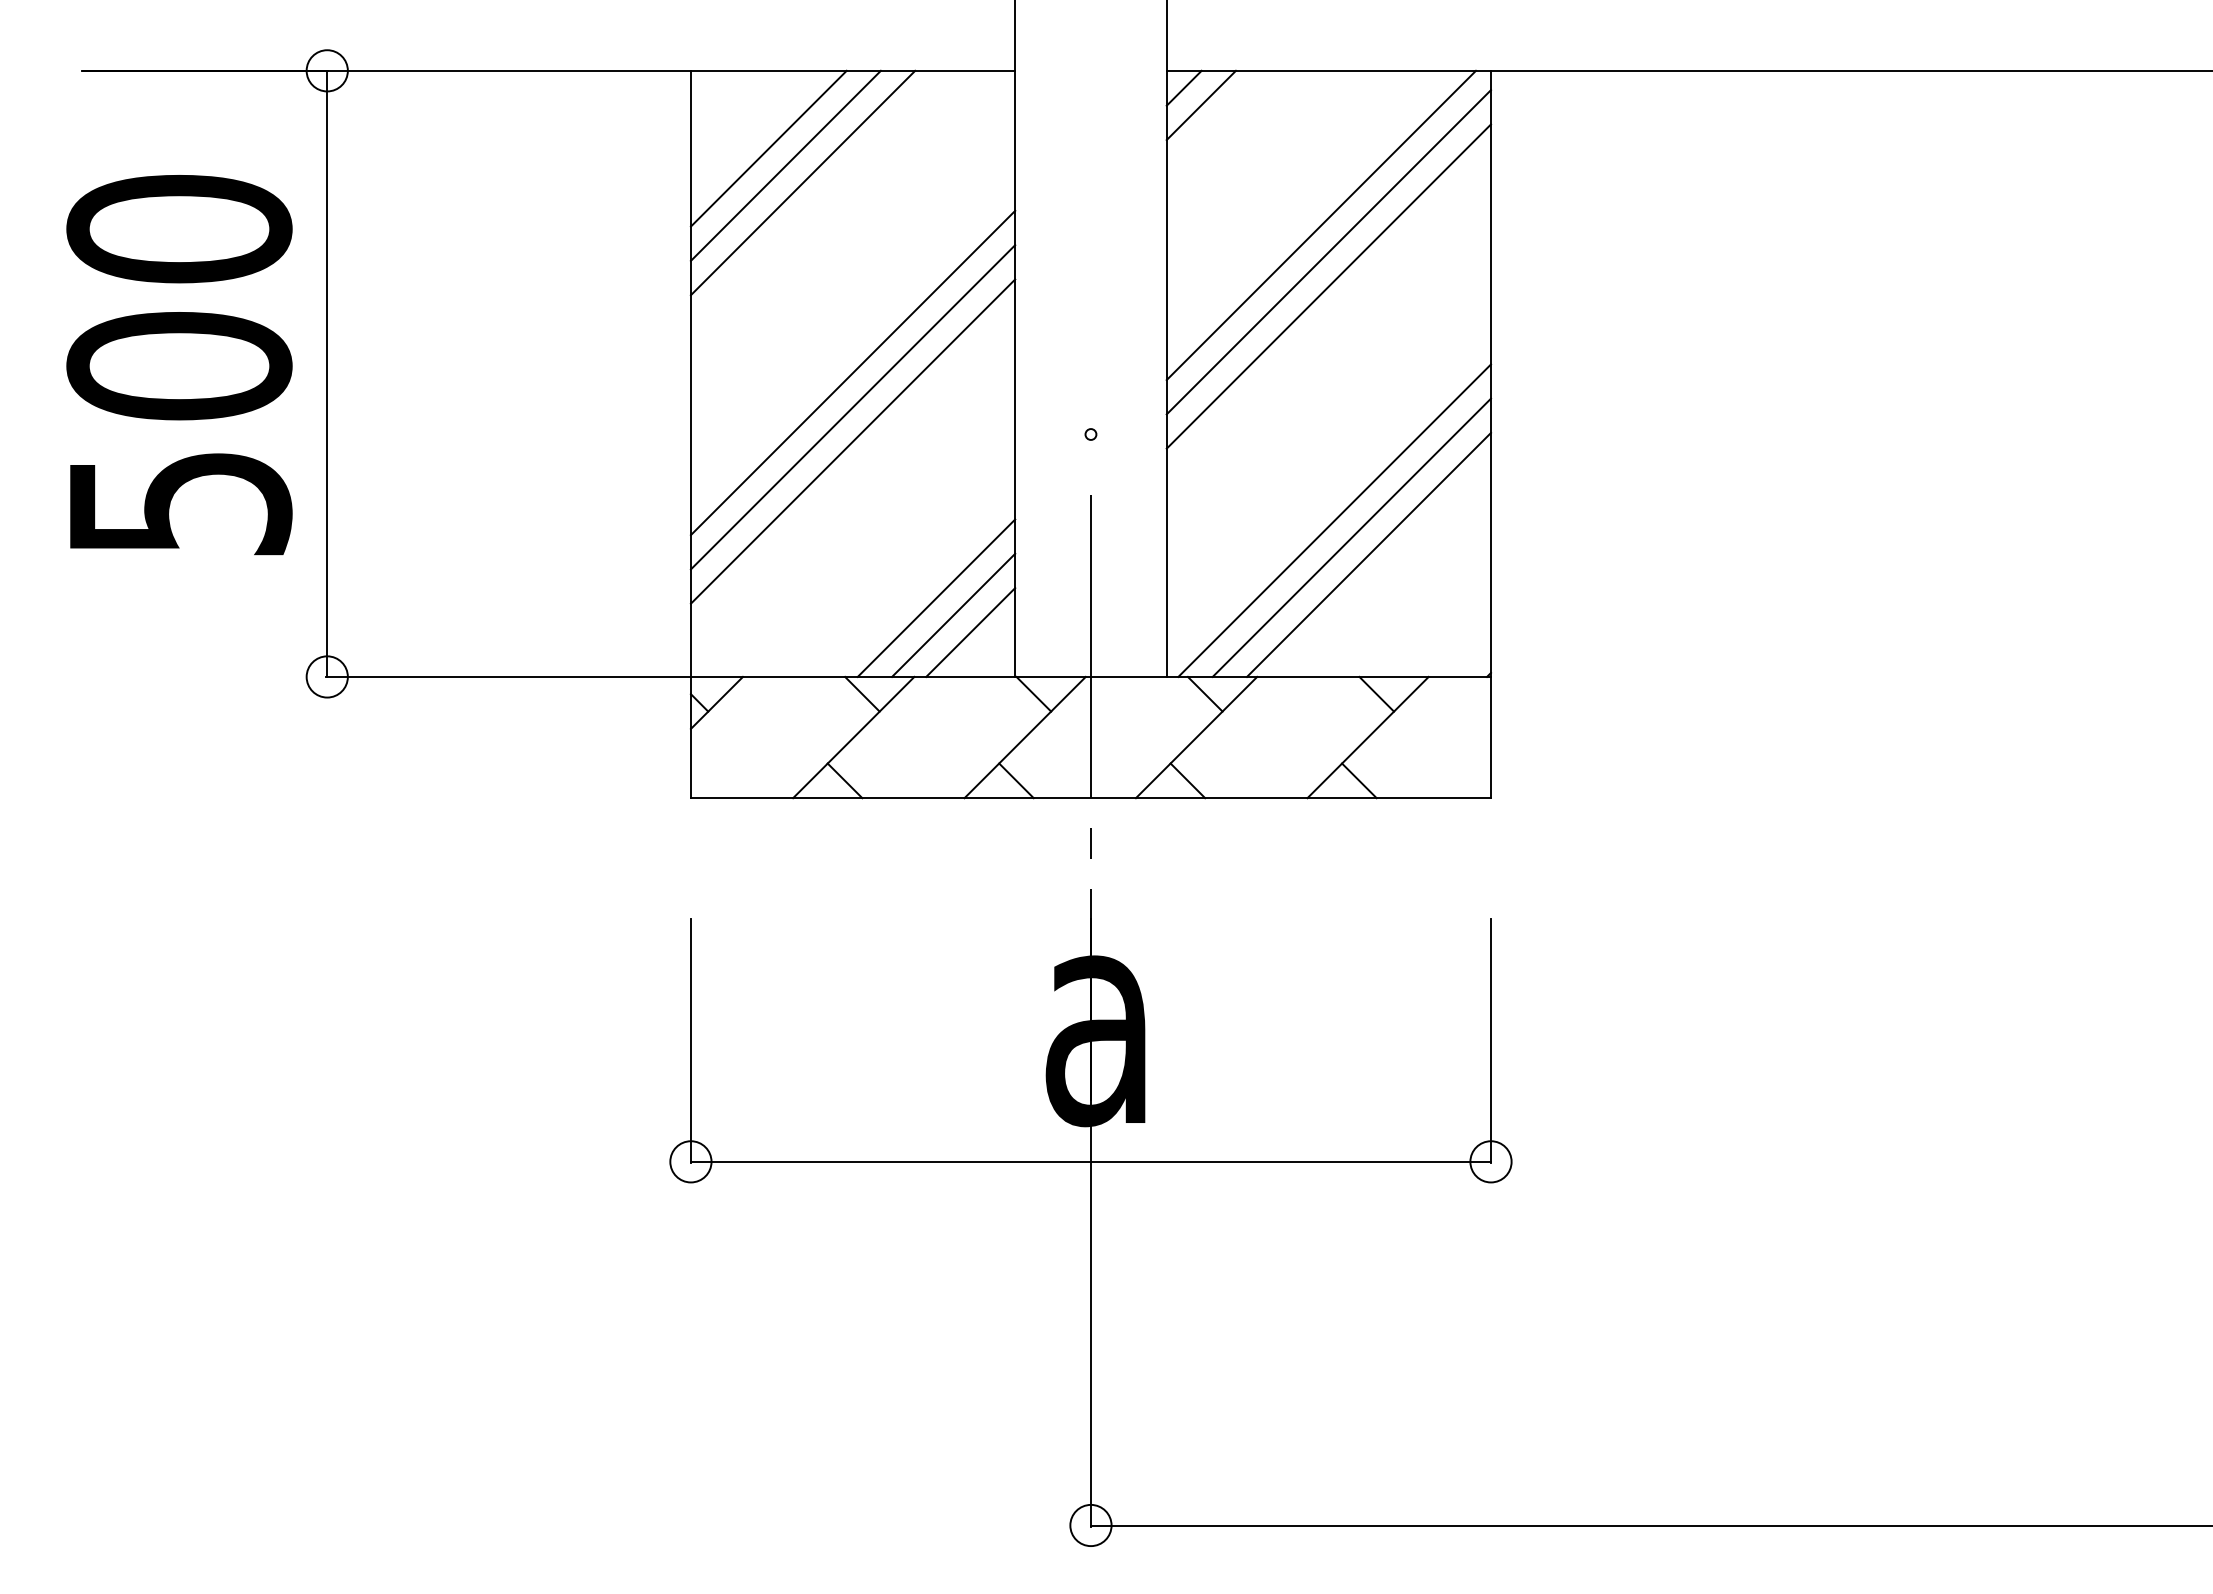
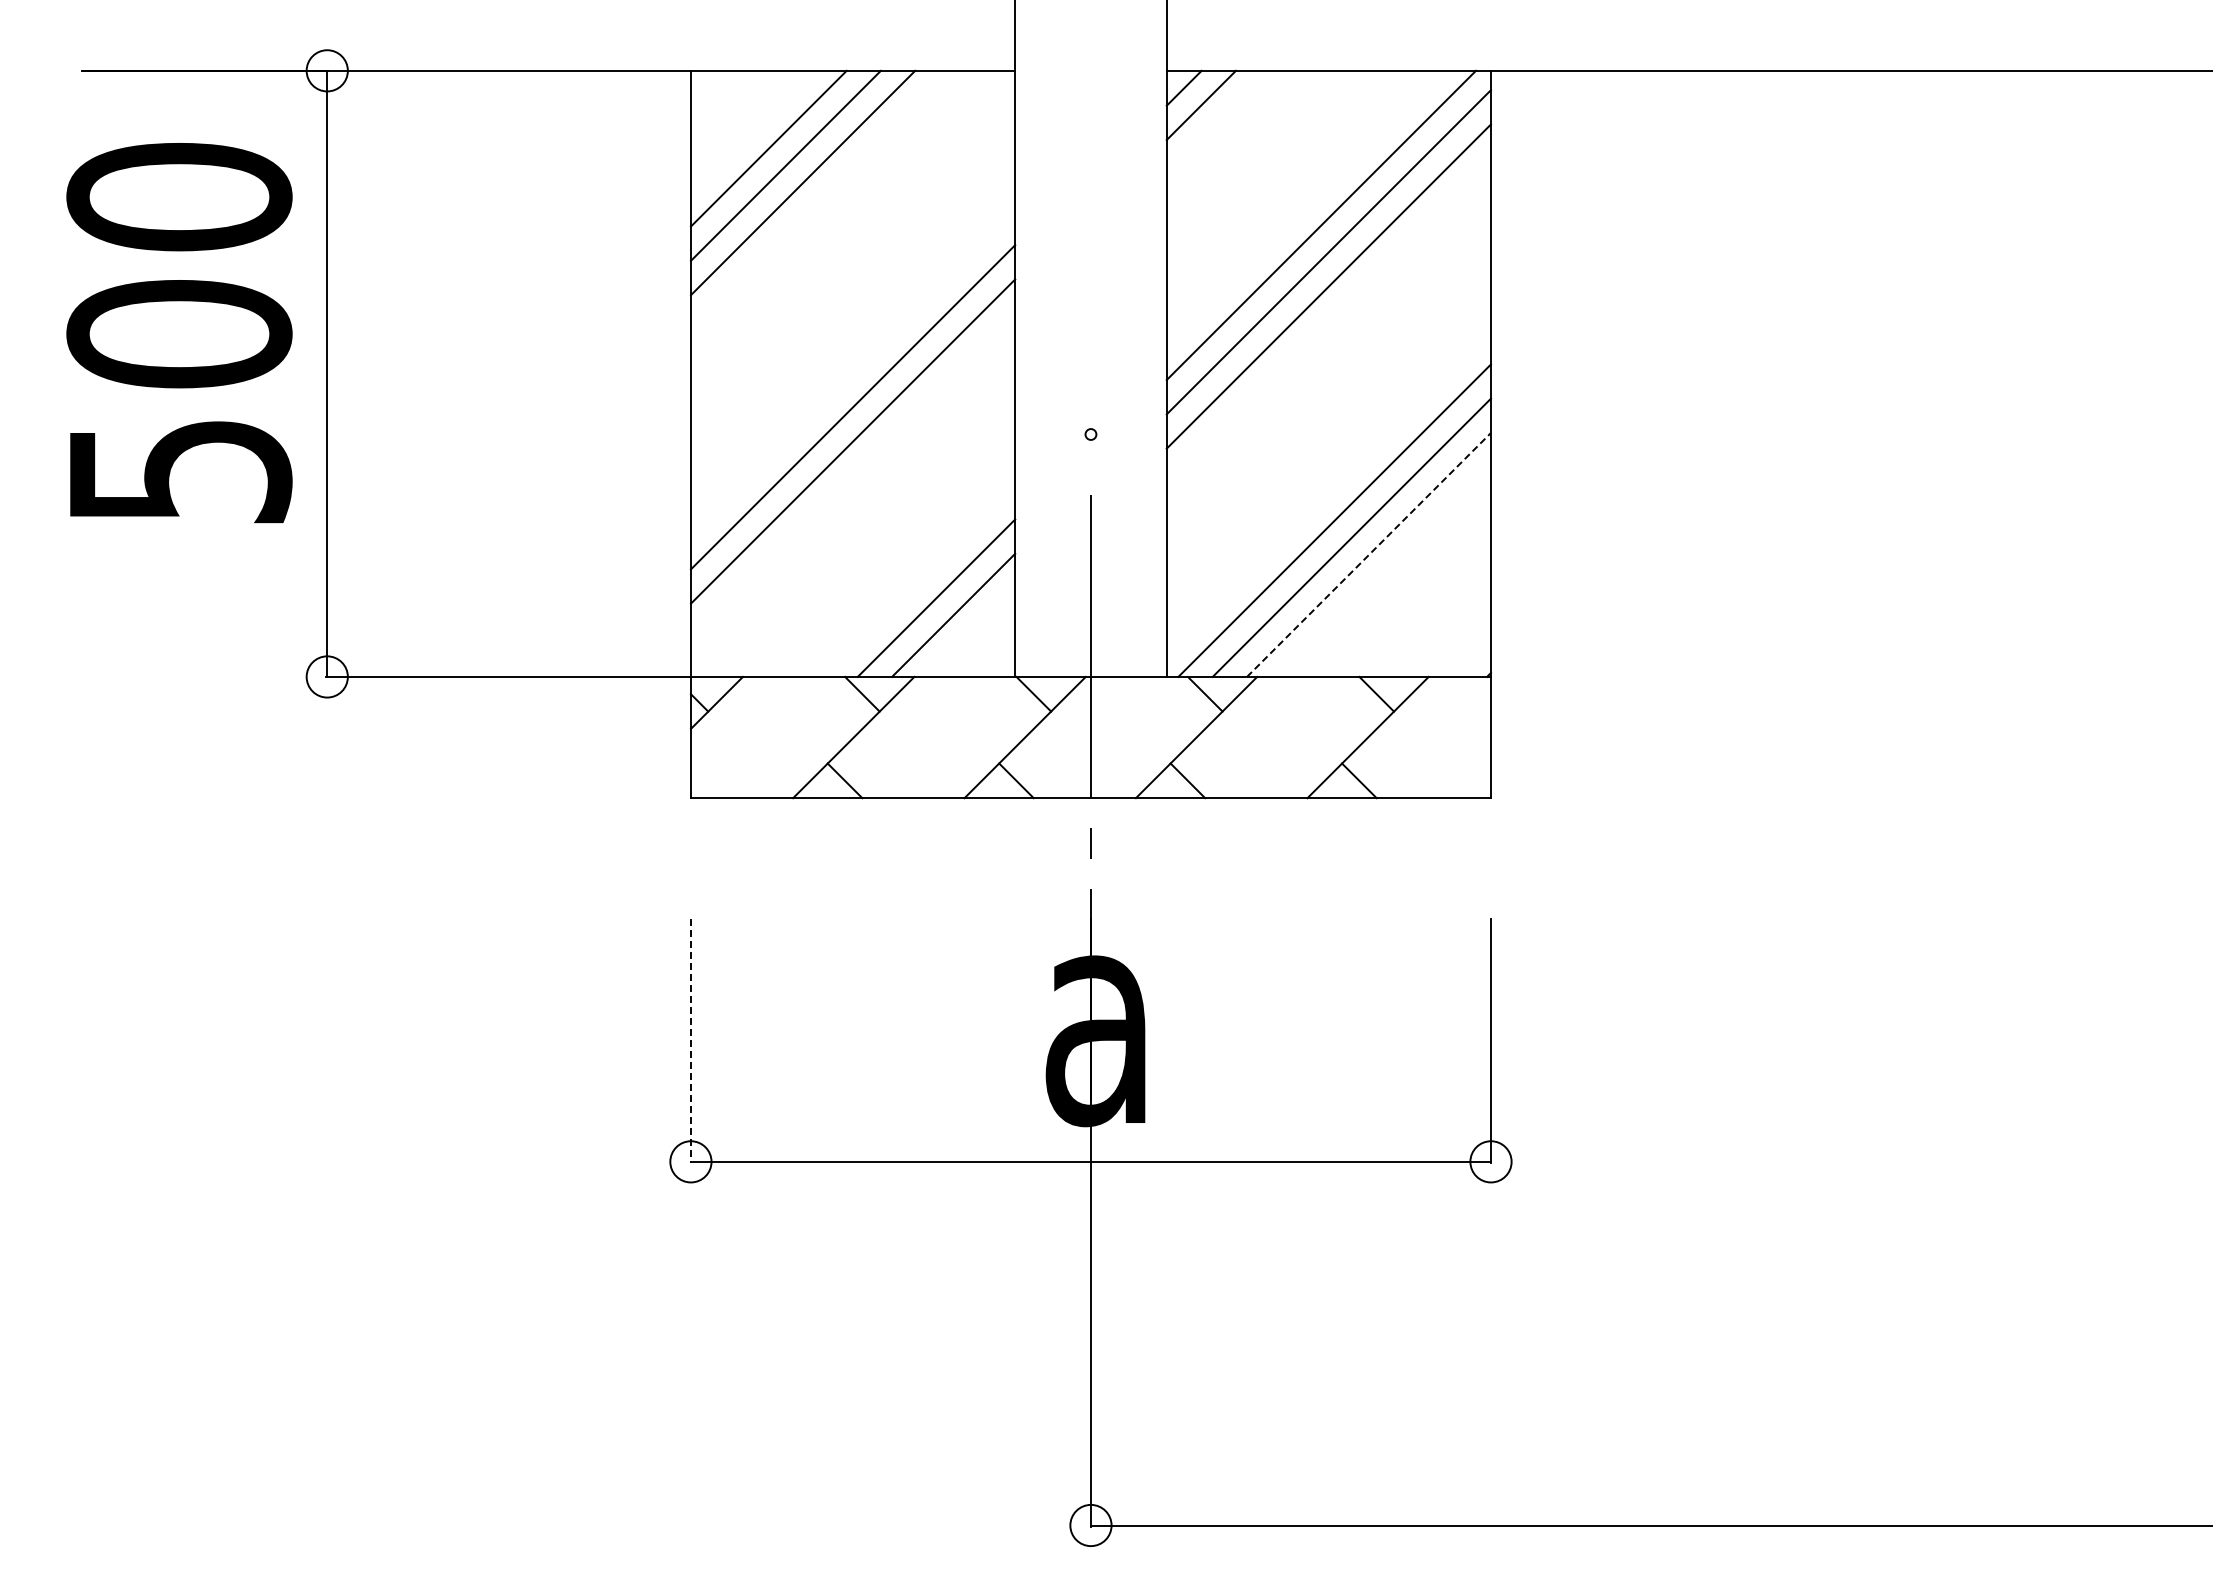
text at (179, 365) position: (179, 365) -> (179, 333)
line at (852, 372): present -> none
line at (1369, 554): solid -> dashed
line at (970, 632): present -> none
line at (690, 1041): solid -> dashed
